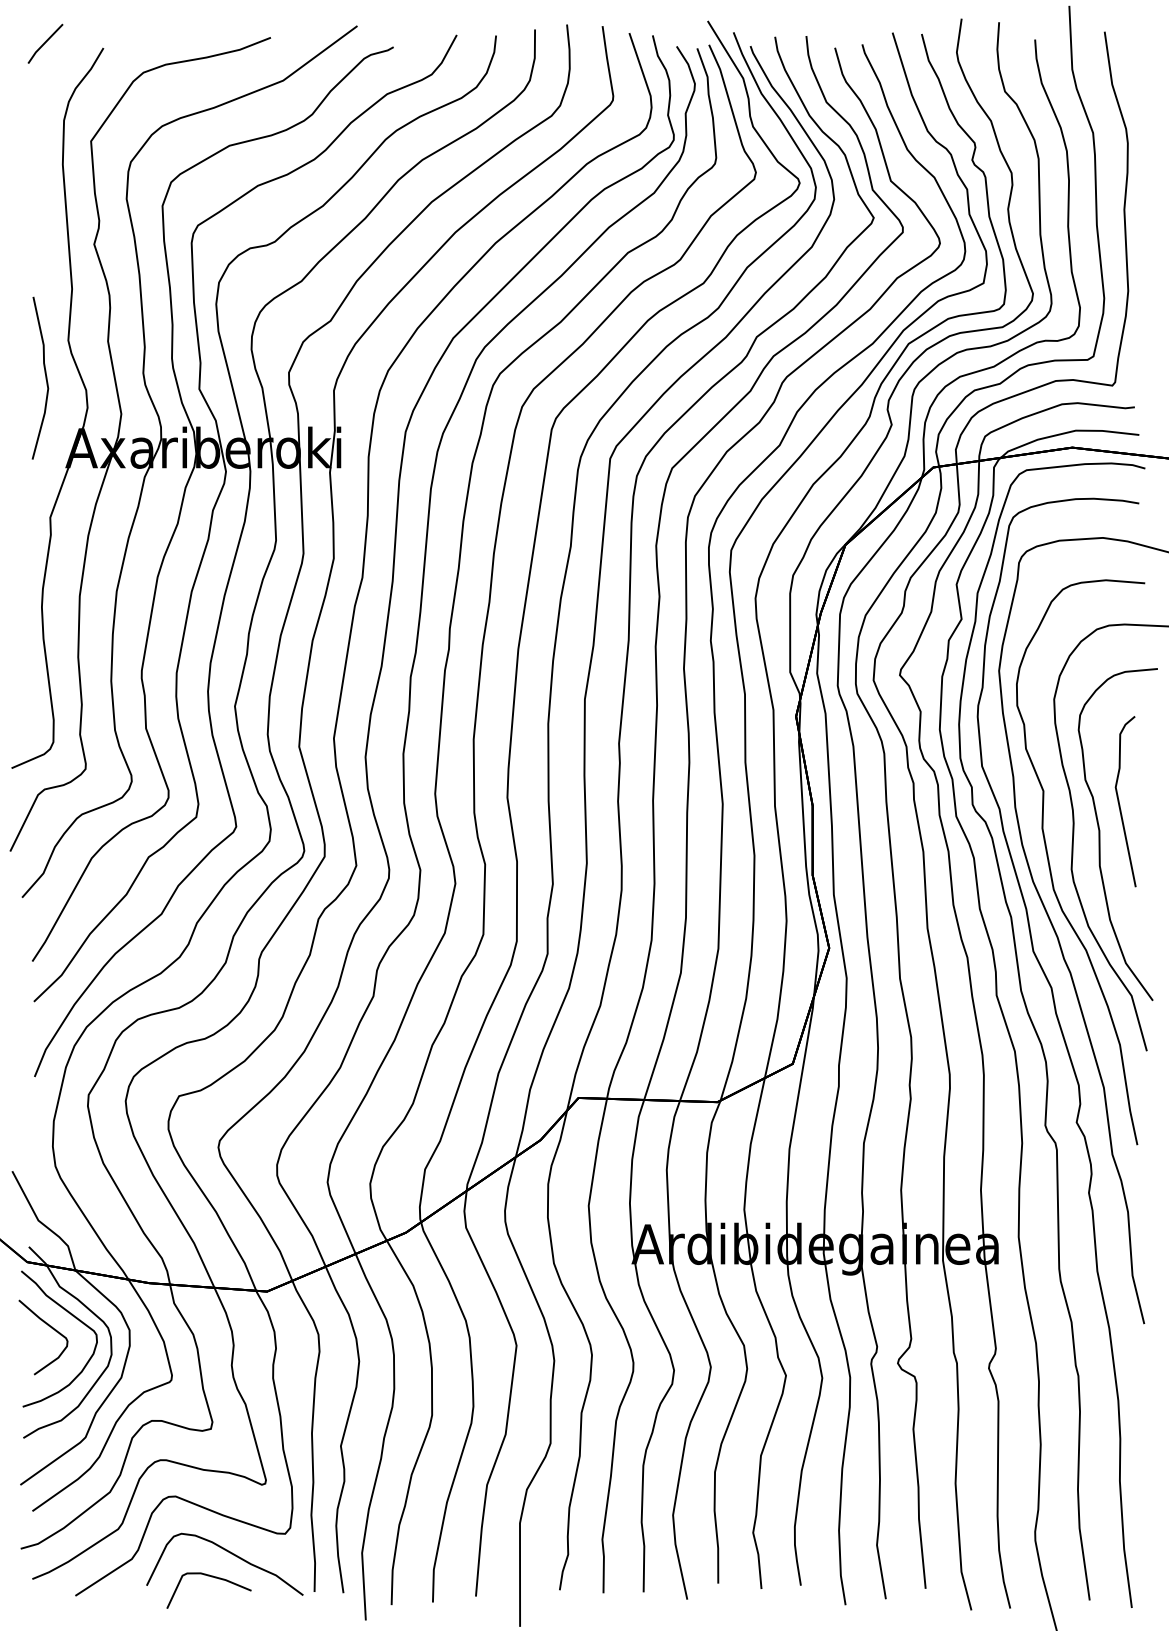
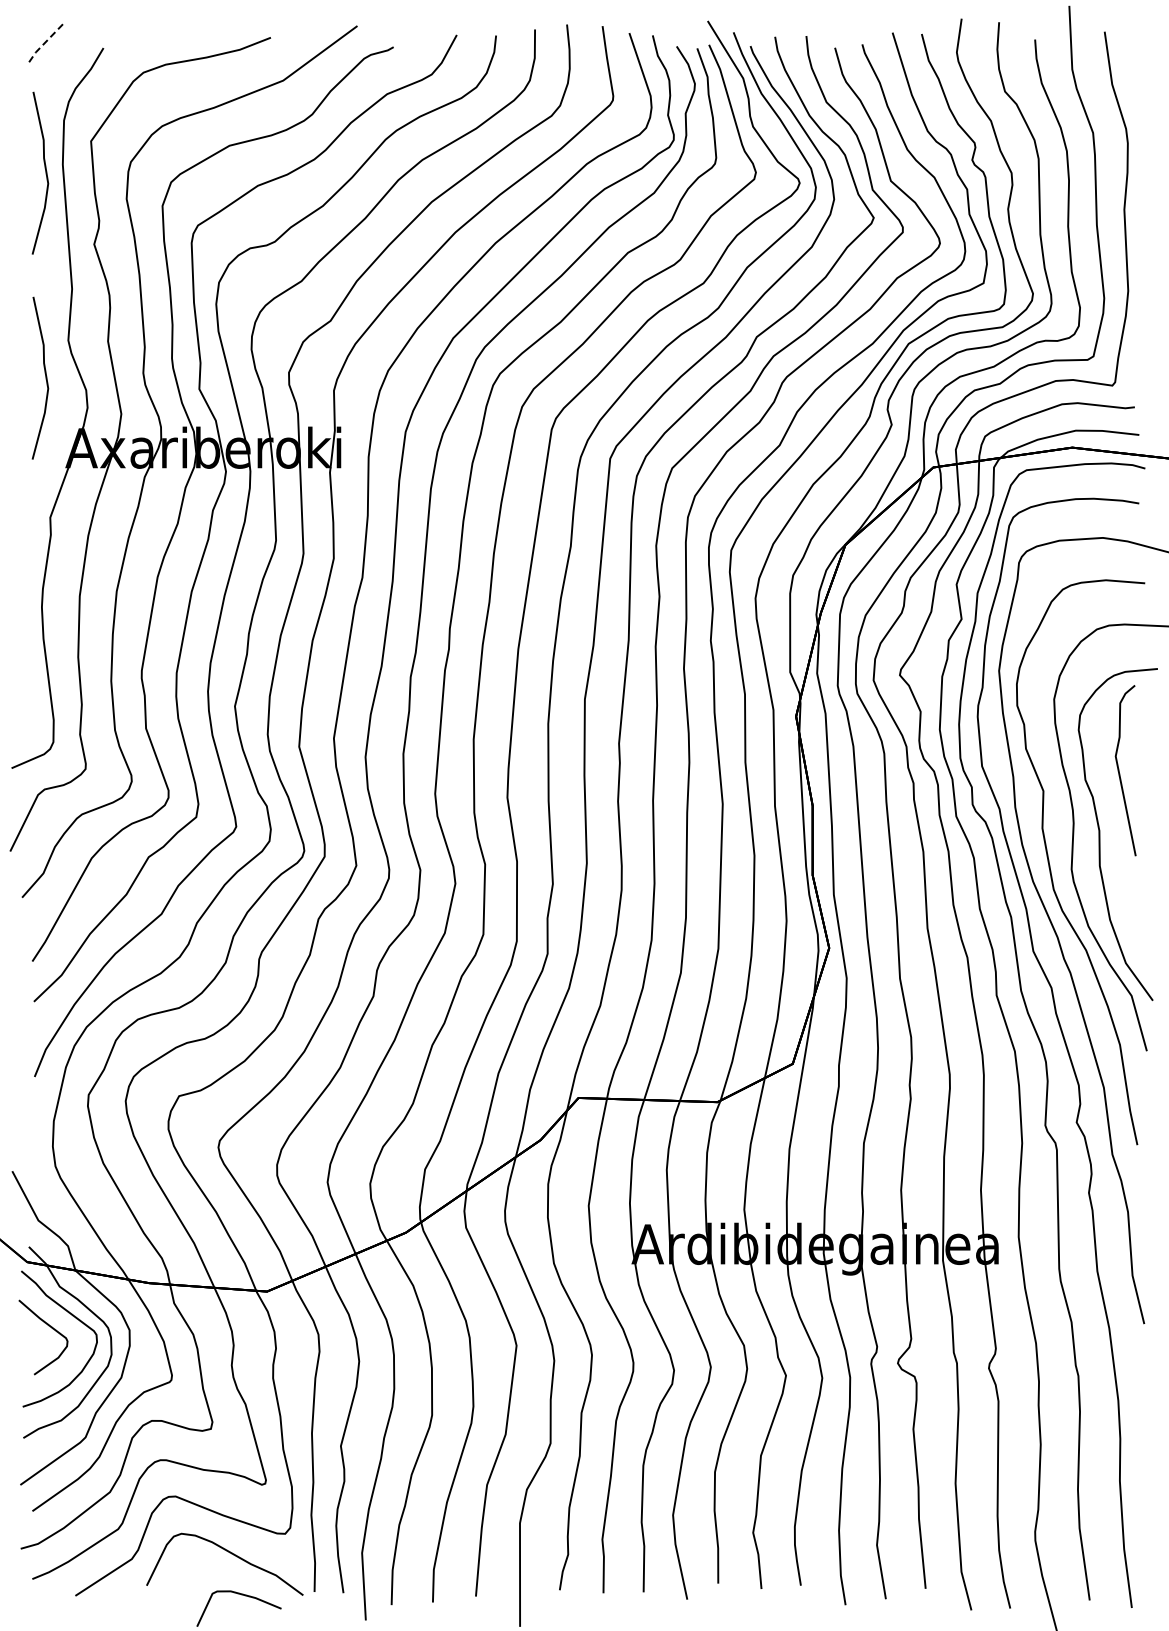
line at (44, 43): solid -> dashed
curve at (45, 172): none -> present
curve at (1120, 804) position: (1120, 804) -> (1120, 773)
curve at (211, 1577) position: (211, 1577) -> (241, 1595)
